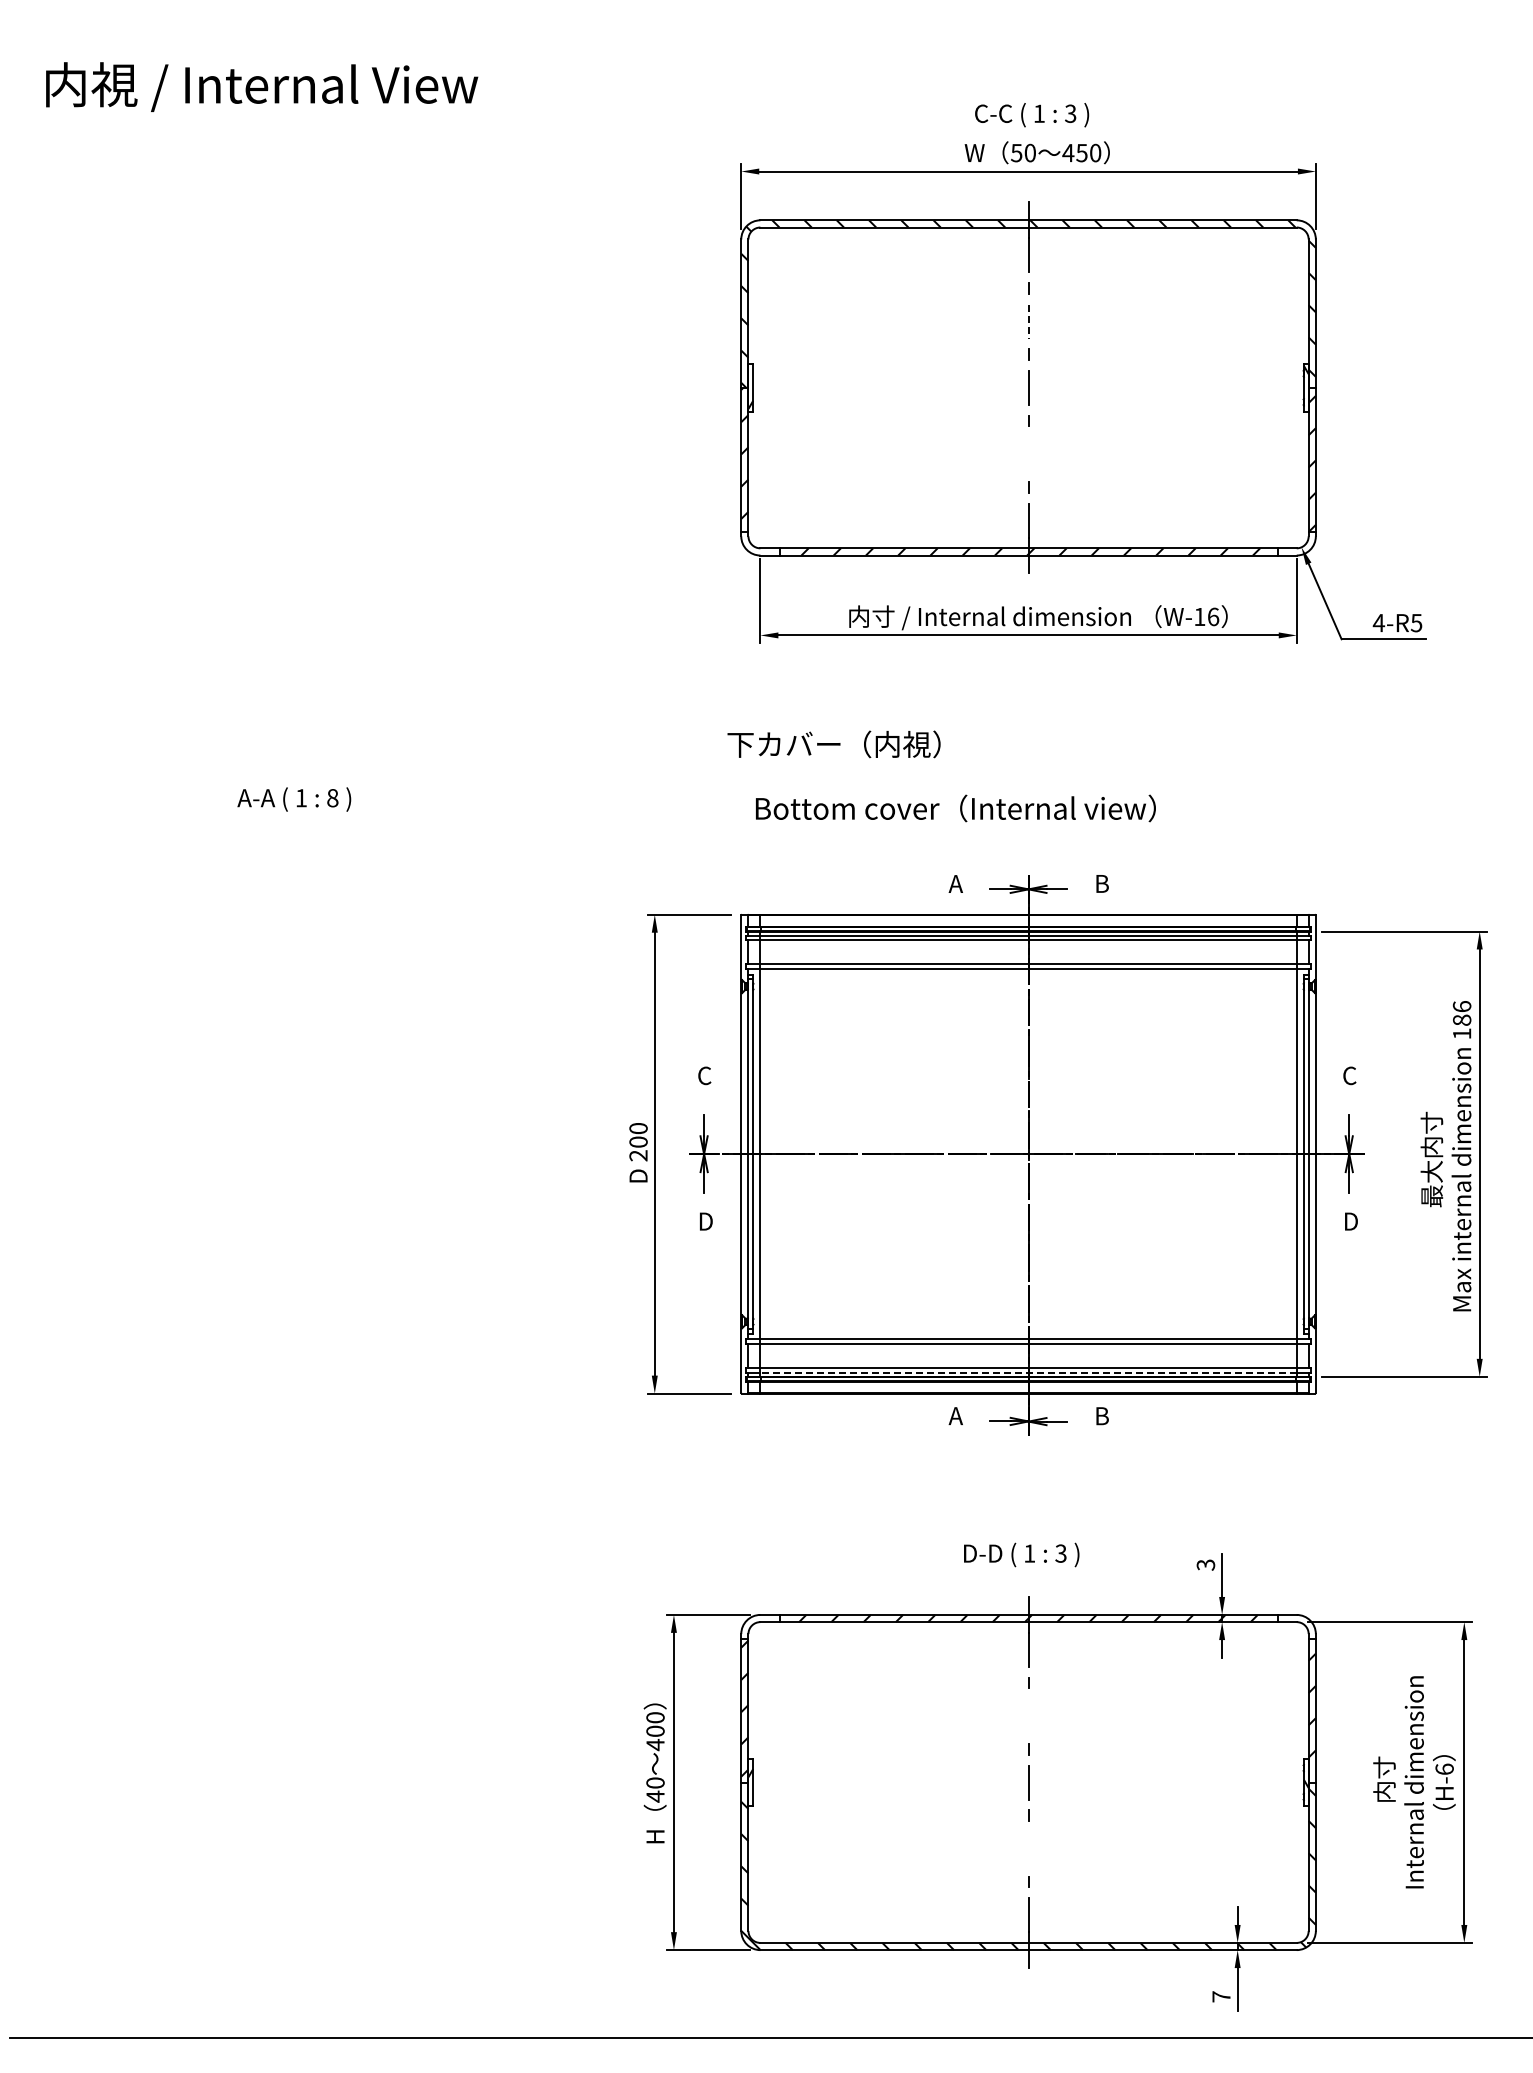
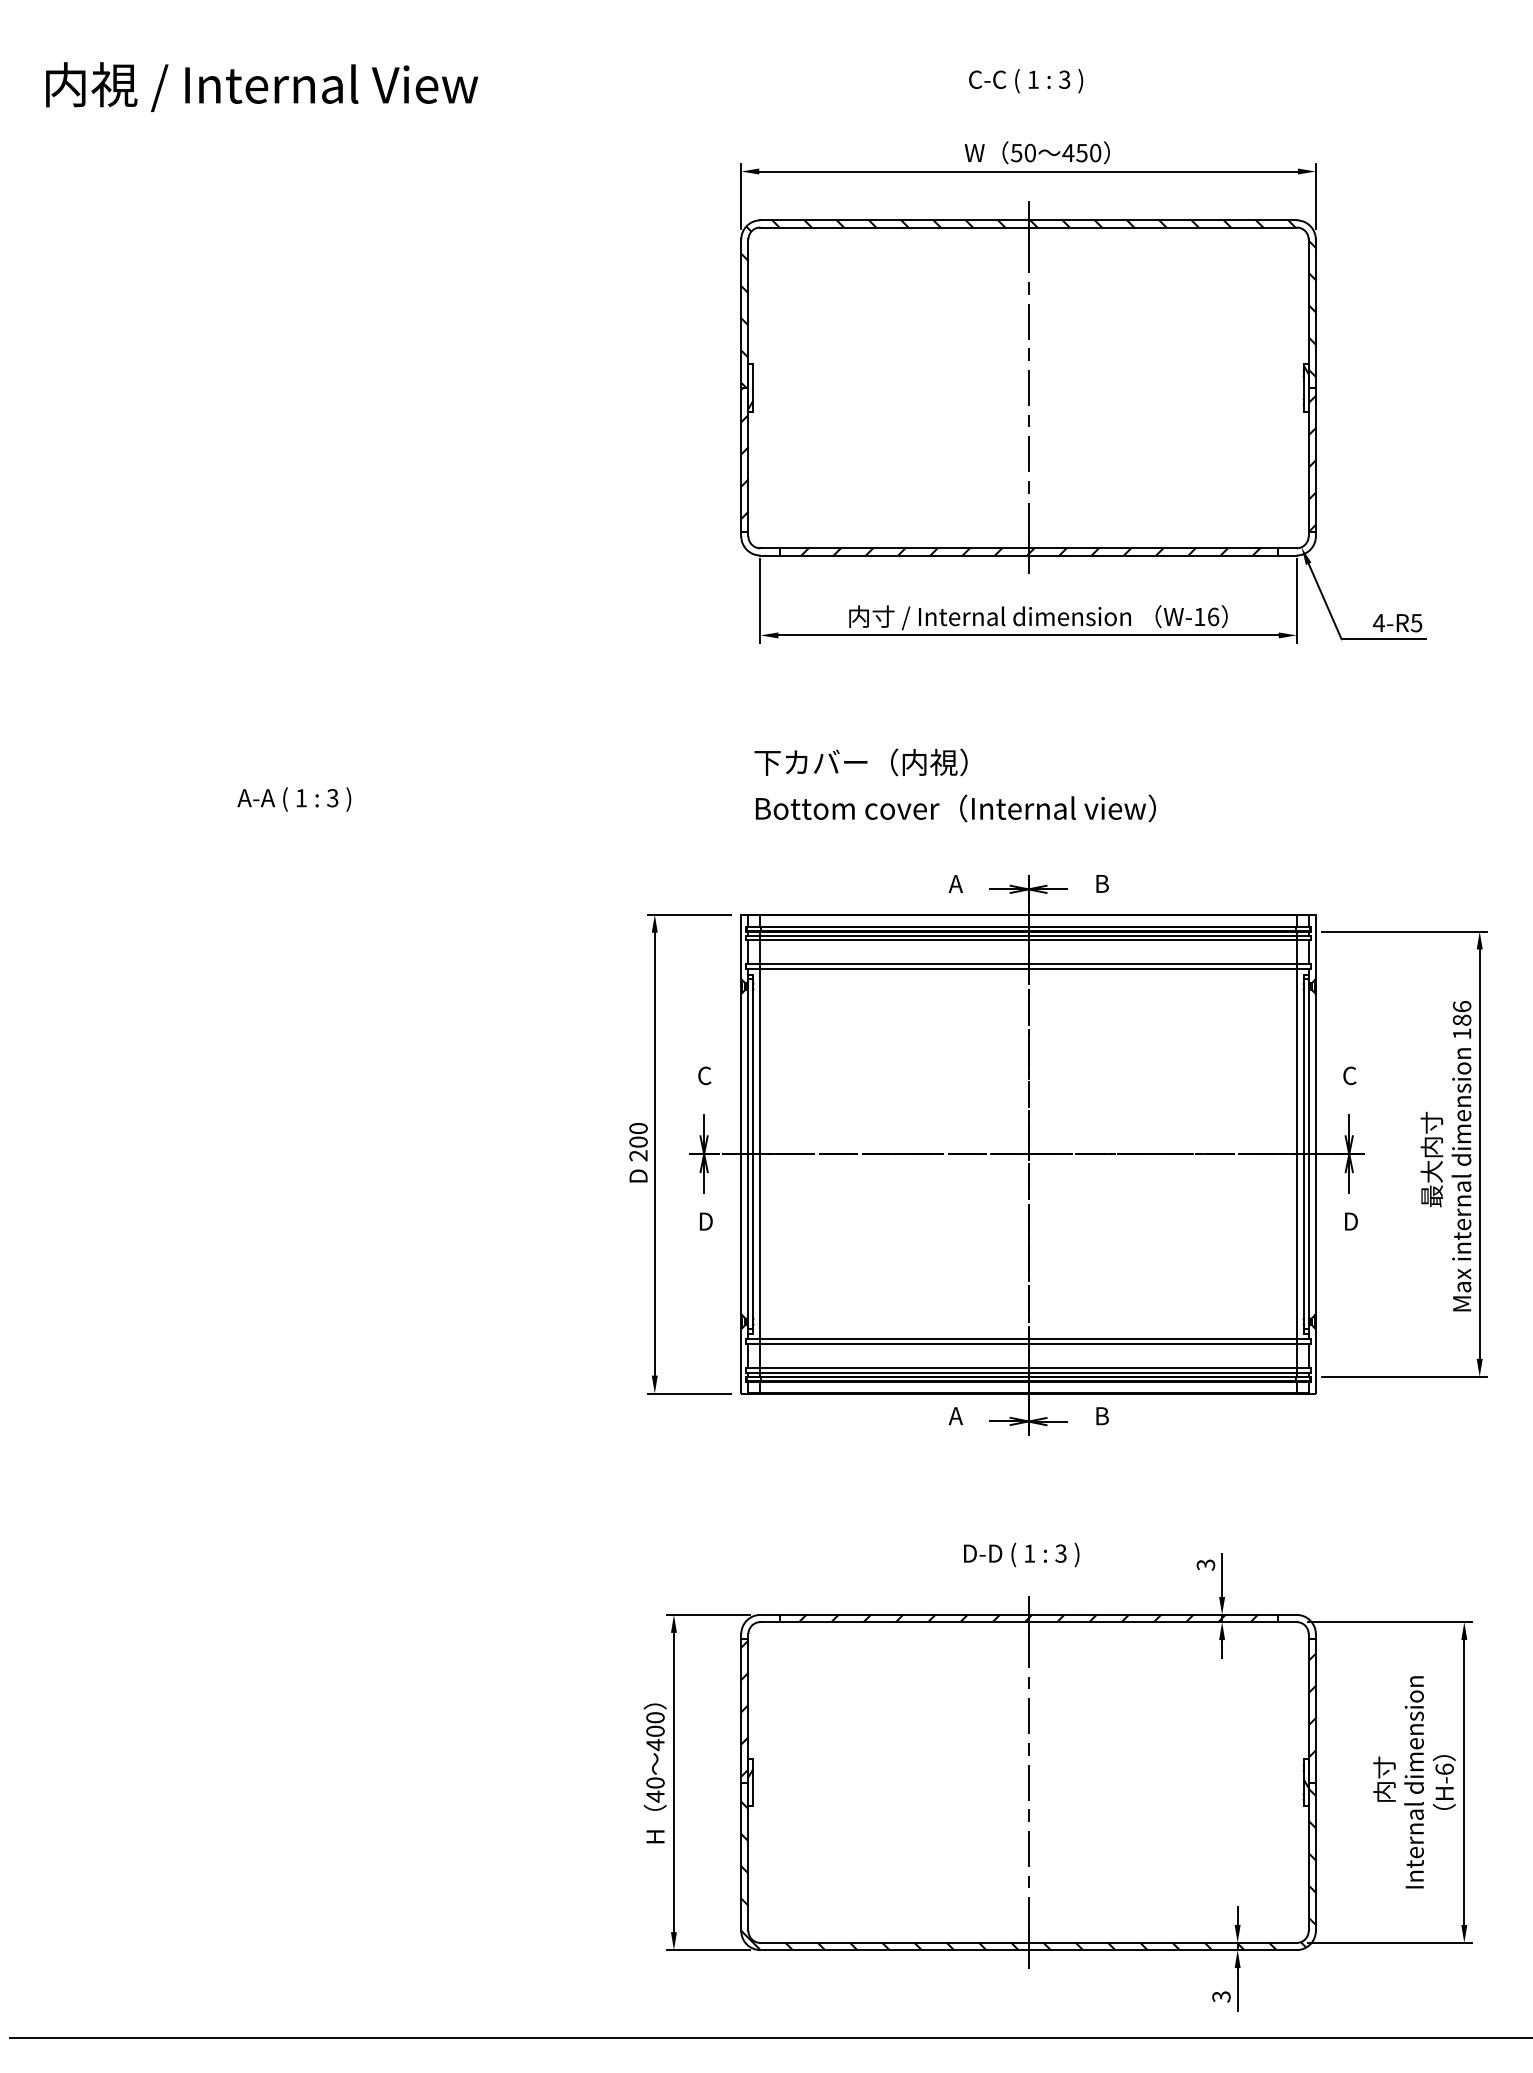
text at (1032, 115) position: (1032, 115) -> (1026, 81)
line at (1028, 321): dashed -> solid
line at (1028, 454): none -> present
text at (833, 744) position: (833, 744) -> (860, 762)
text at (332, 798): 8 -> 3
line at (1028, 1372): dashed -> solid
line at (1028, 1716): none -> present
line at (1028, 1848): none -> present
text at (1221, 1996): 7 -> 3
